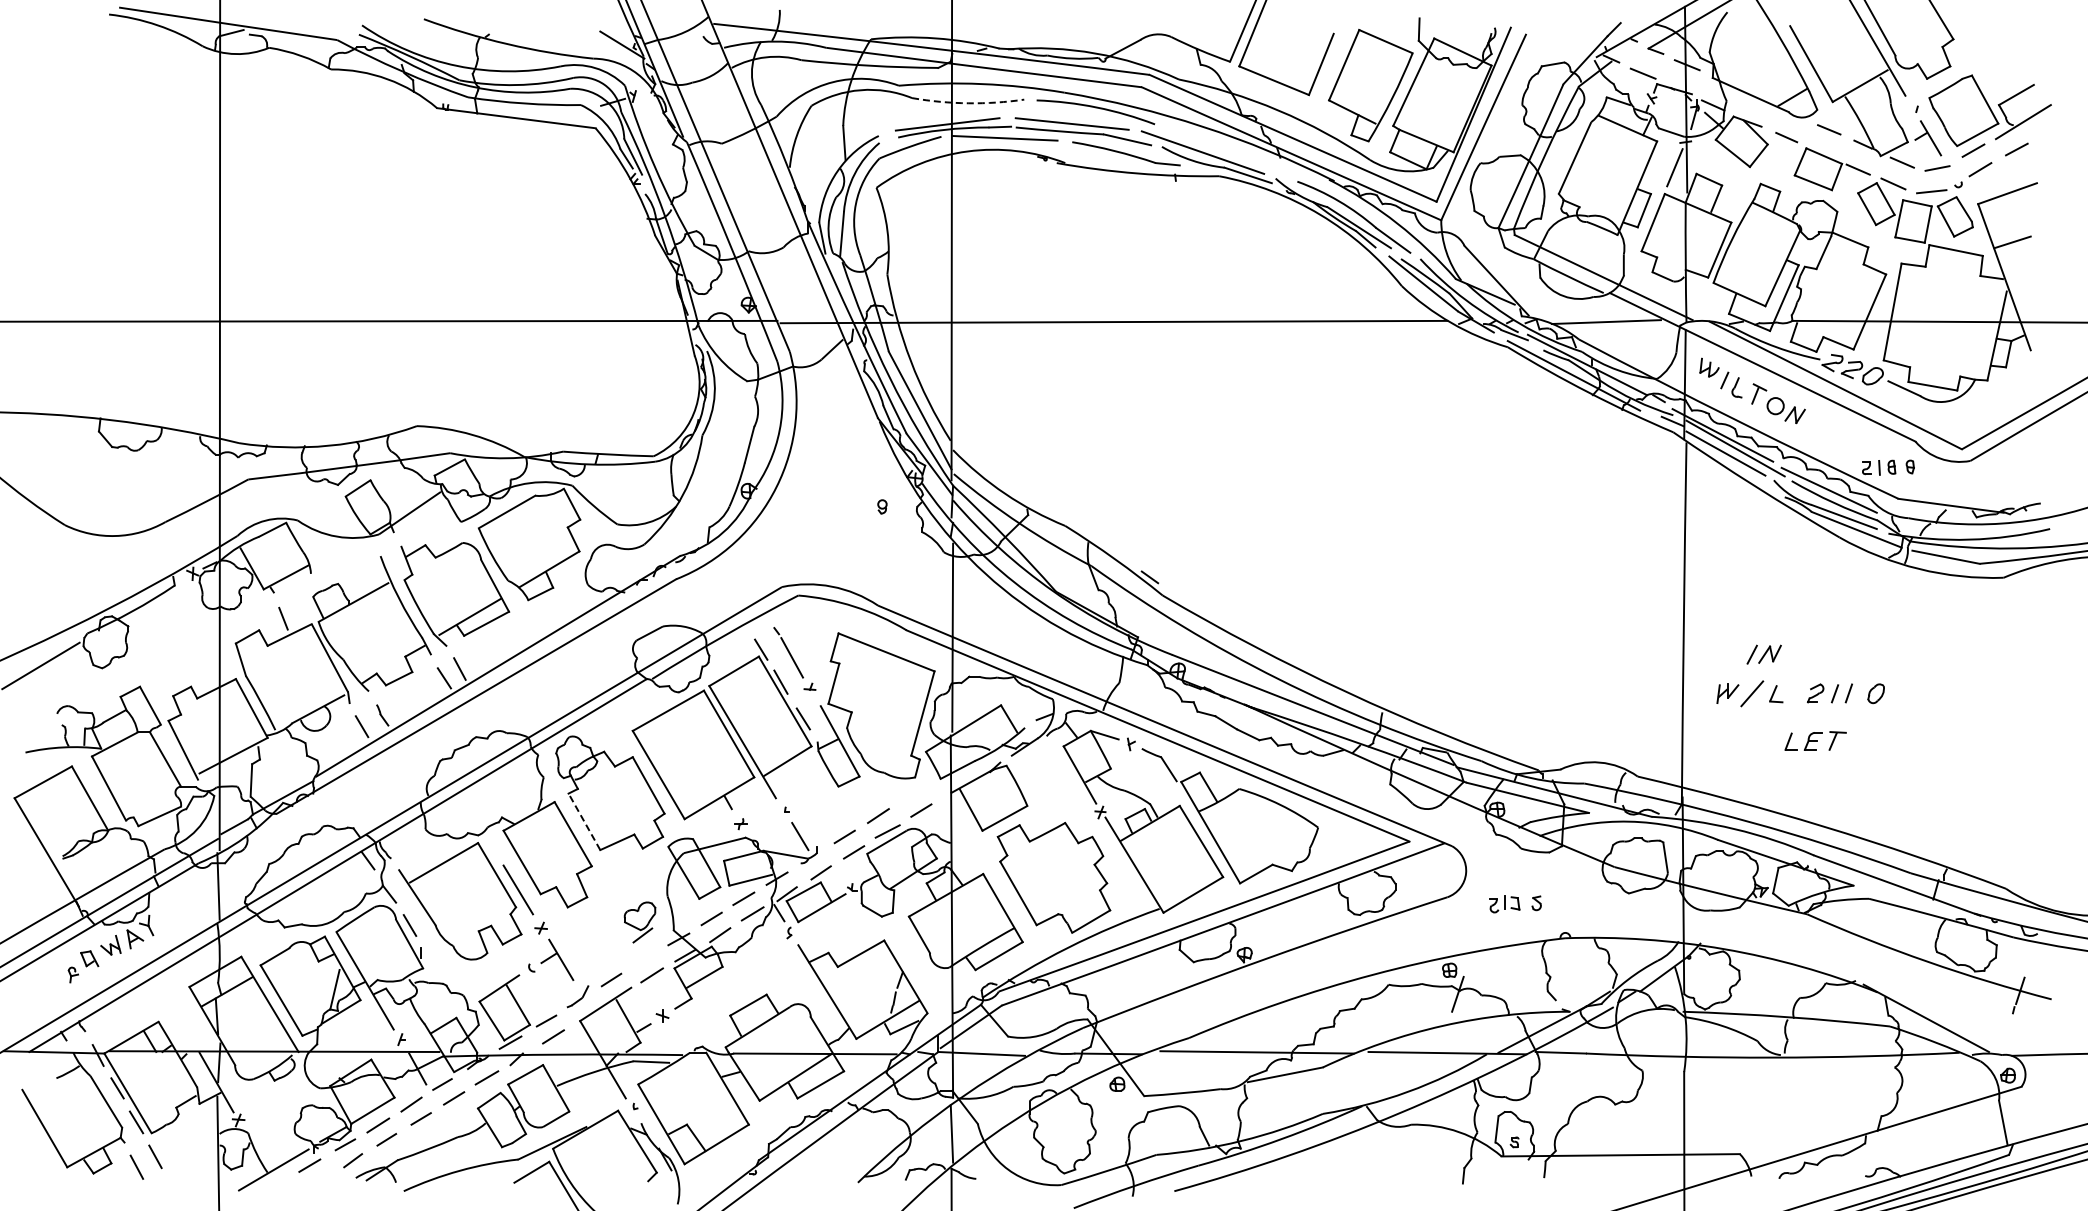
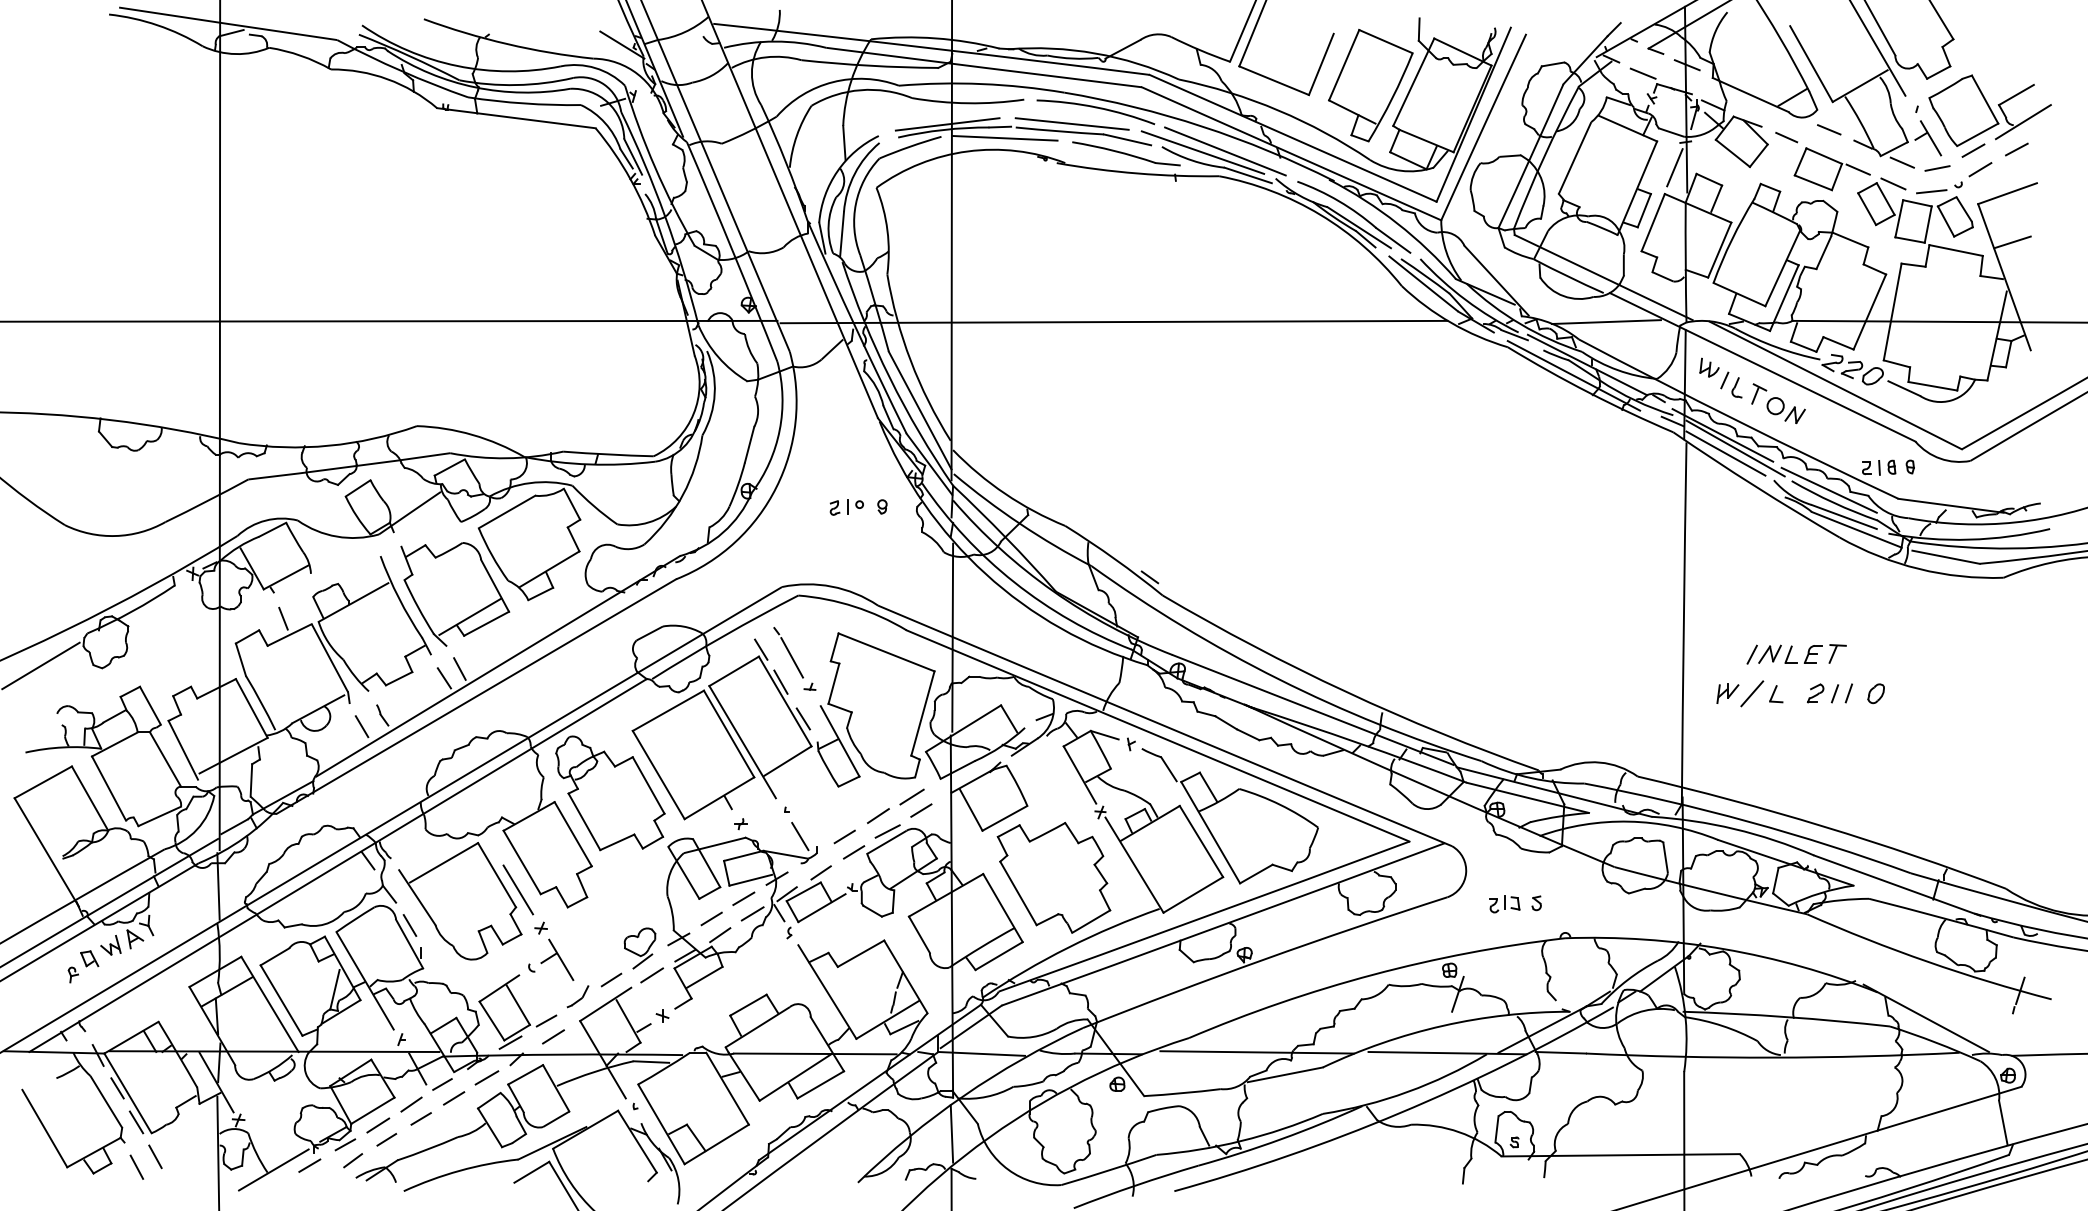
arc at (968, 103): dashed -> solid
line at (1225, 151): none -> present
part at (846, 507): none -> present
part at (1815, 740) position: (1815, 740) -> (1815, 653)
line at (911, 796): none -> present
line at (584, 821): dashed -> solid
part at (639, 922) position: (639, 922) -> (639, 948)
